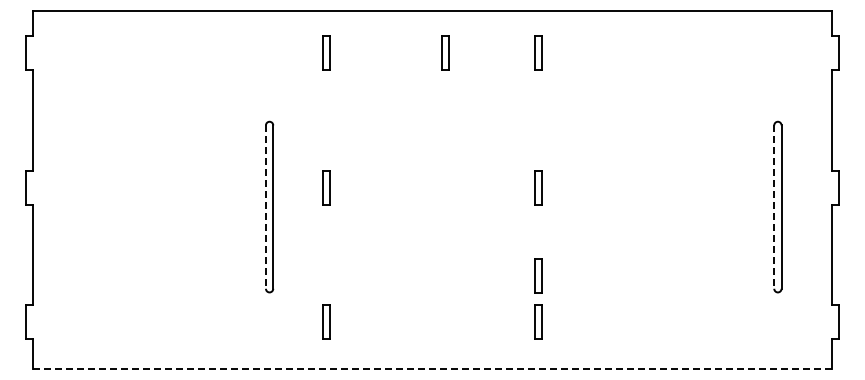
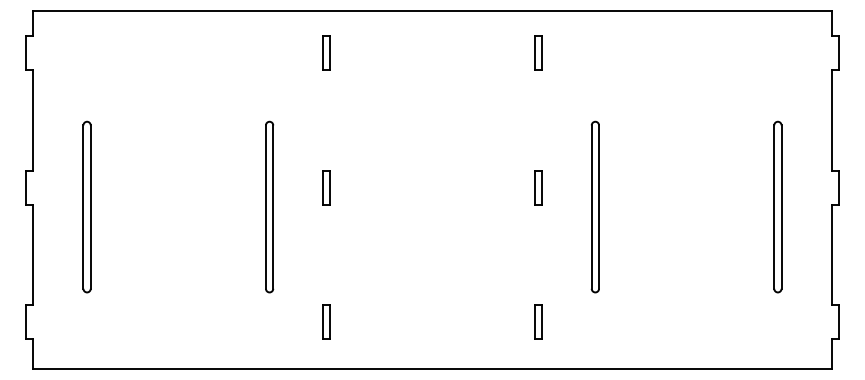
part at (445, 52): present -> none
part at (86, 206): none -> present
part at (594, 206): none -> present
line at (265, 207): dashed -> solid
line at (774, 207): dashed -> solid
part at (538, 275): present -> none
line at (432, 368): dashed -> solid
